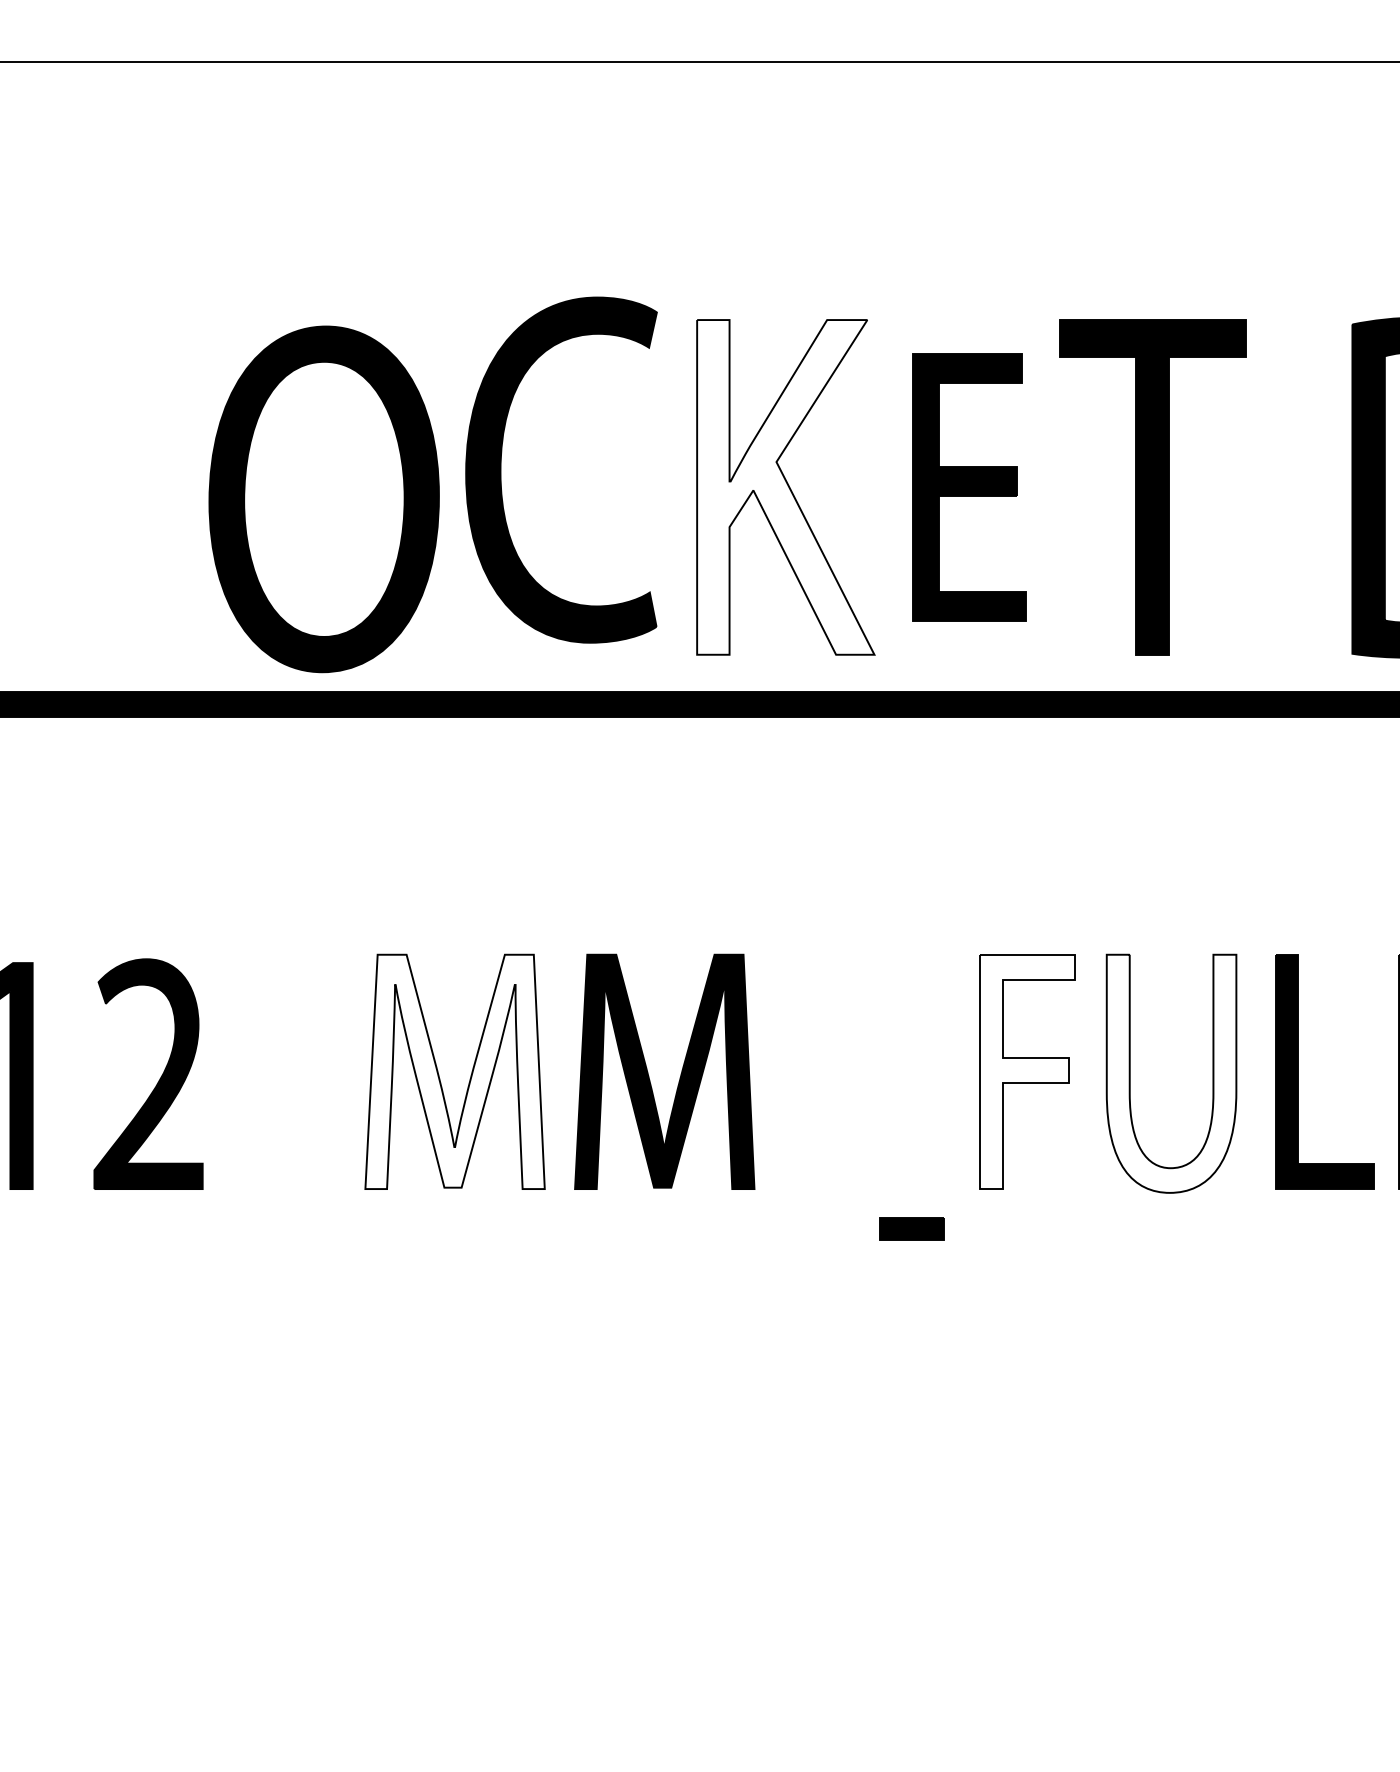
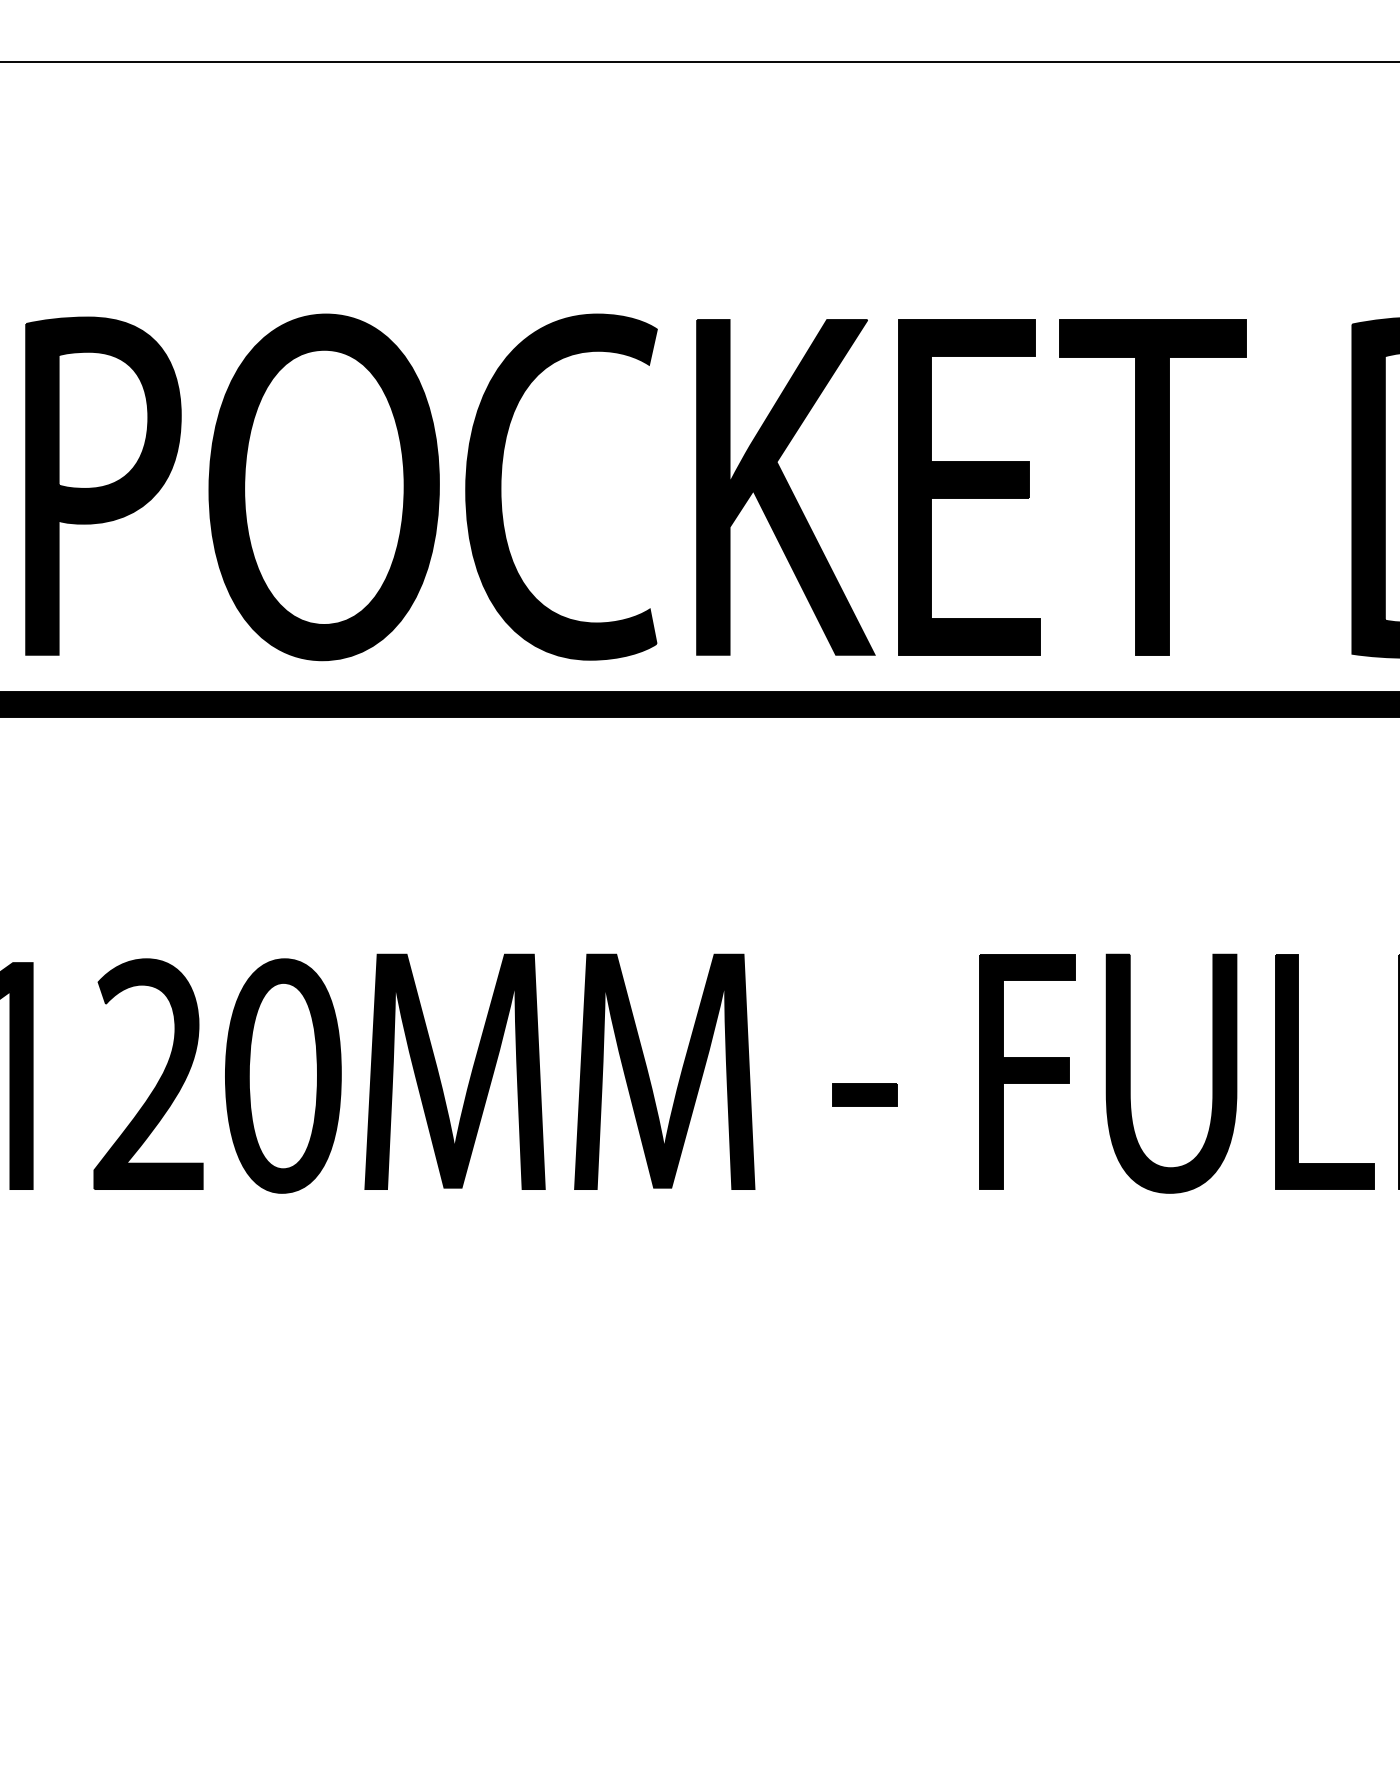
part at (501, 469) position: (501, 469) -> (501, 486)
part at (103, 485): none -> present
fill at (785, 487): none -> present
part at (969, 487) size: 115x269 px -> 143x337 px
part at (323, 499) position: (323, 499) -> (323, 487)
fill at (454, 1071): none -> present
fill at (1027, 1071): none -> present
fill at (1171, 1073): none -> present
part at (283, 1075): none -> present
part at (911, 1228) position: (911, 1228) -> (864, 1094)
